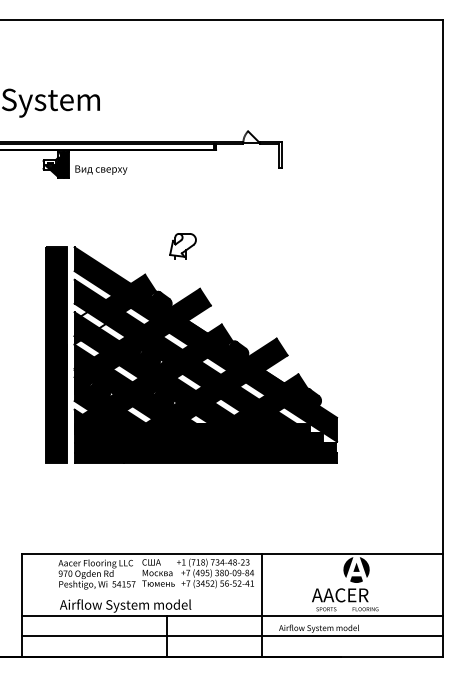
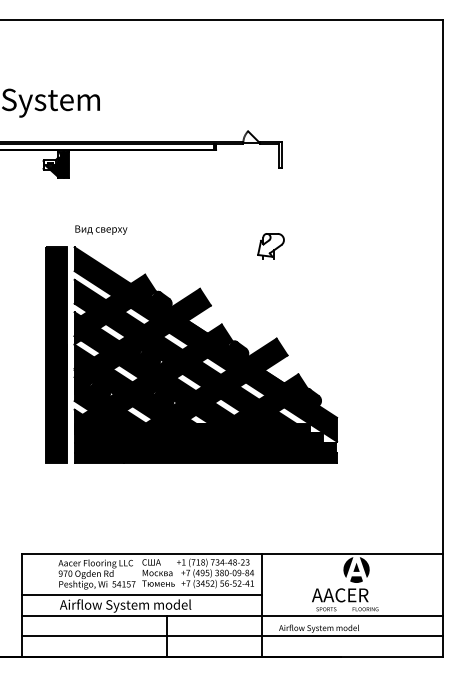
text at (101, 169) position: (101, 169) -> (101, 229)
part at (182, 246) position: (182, 246) -> (270, 246)
fill at (92, 320): none -> present
line at (142, 595): none -> present
